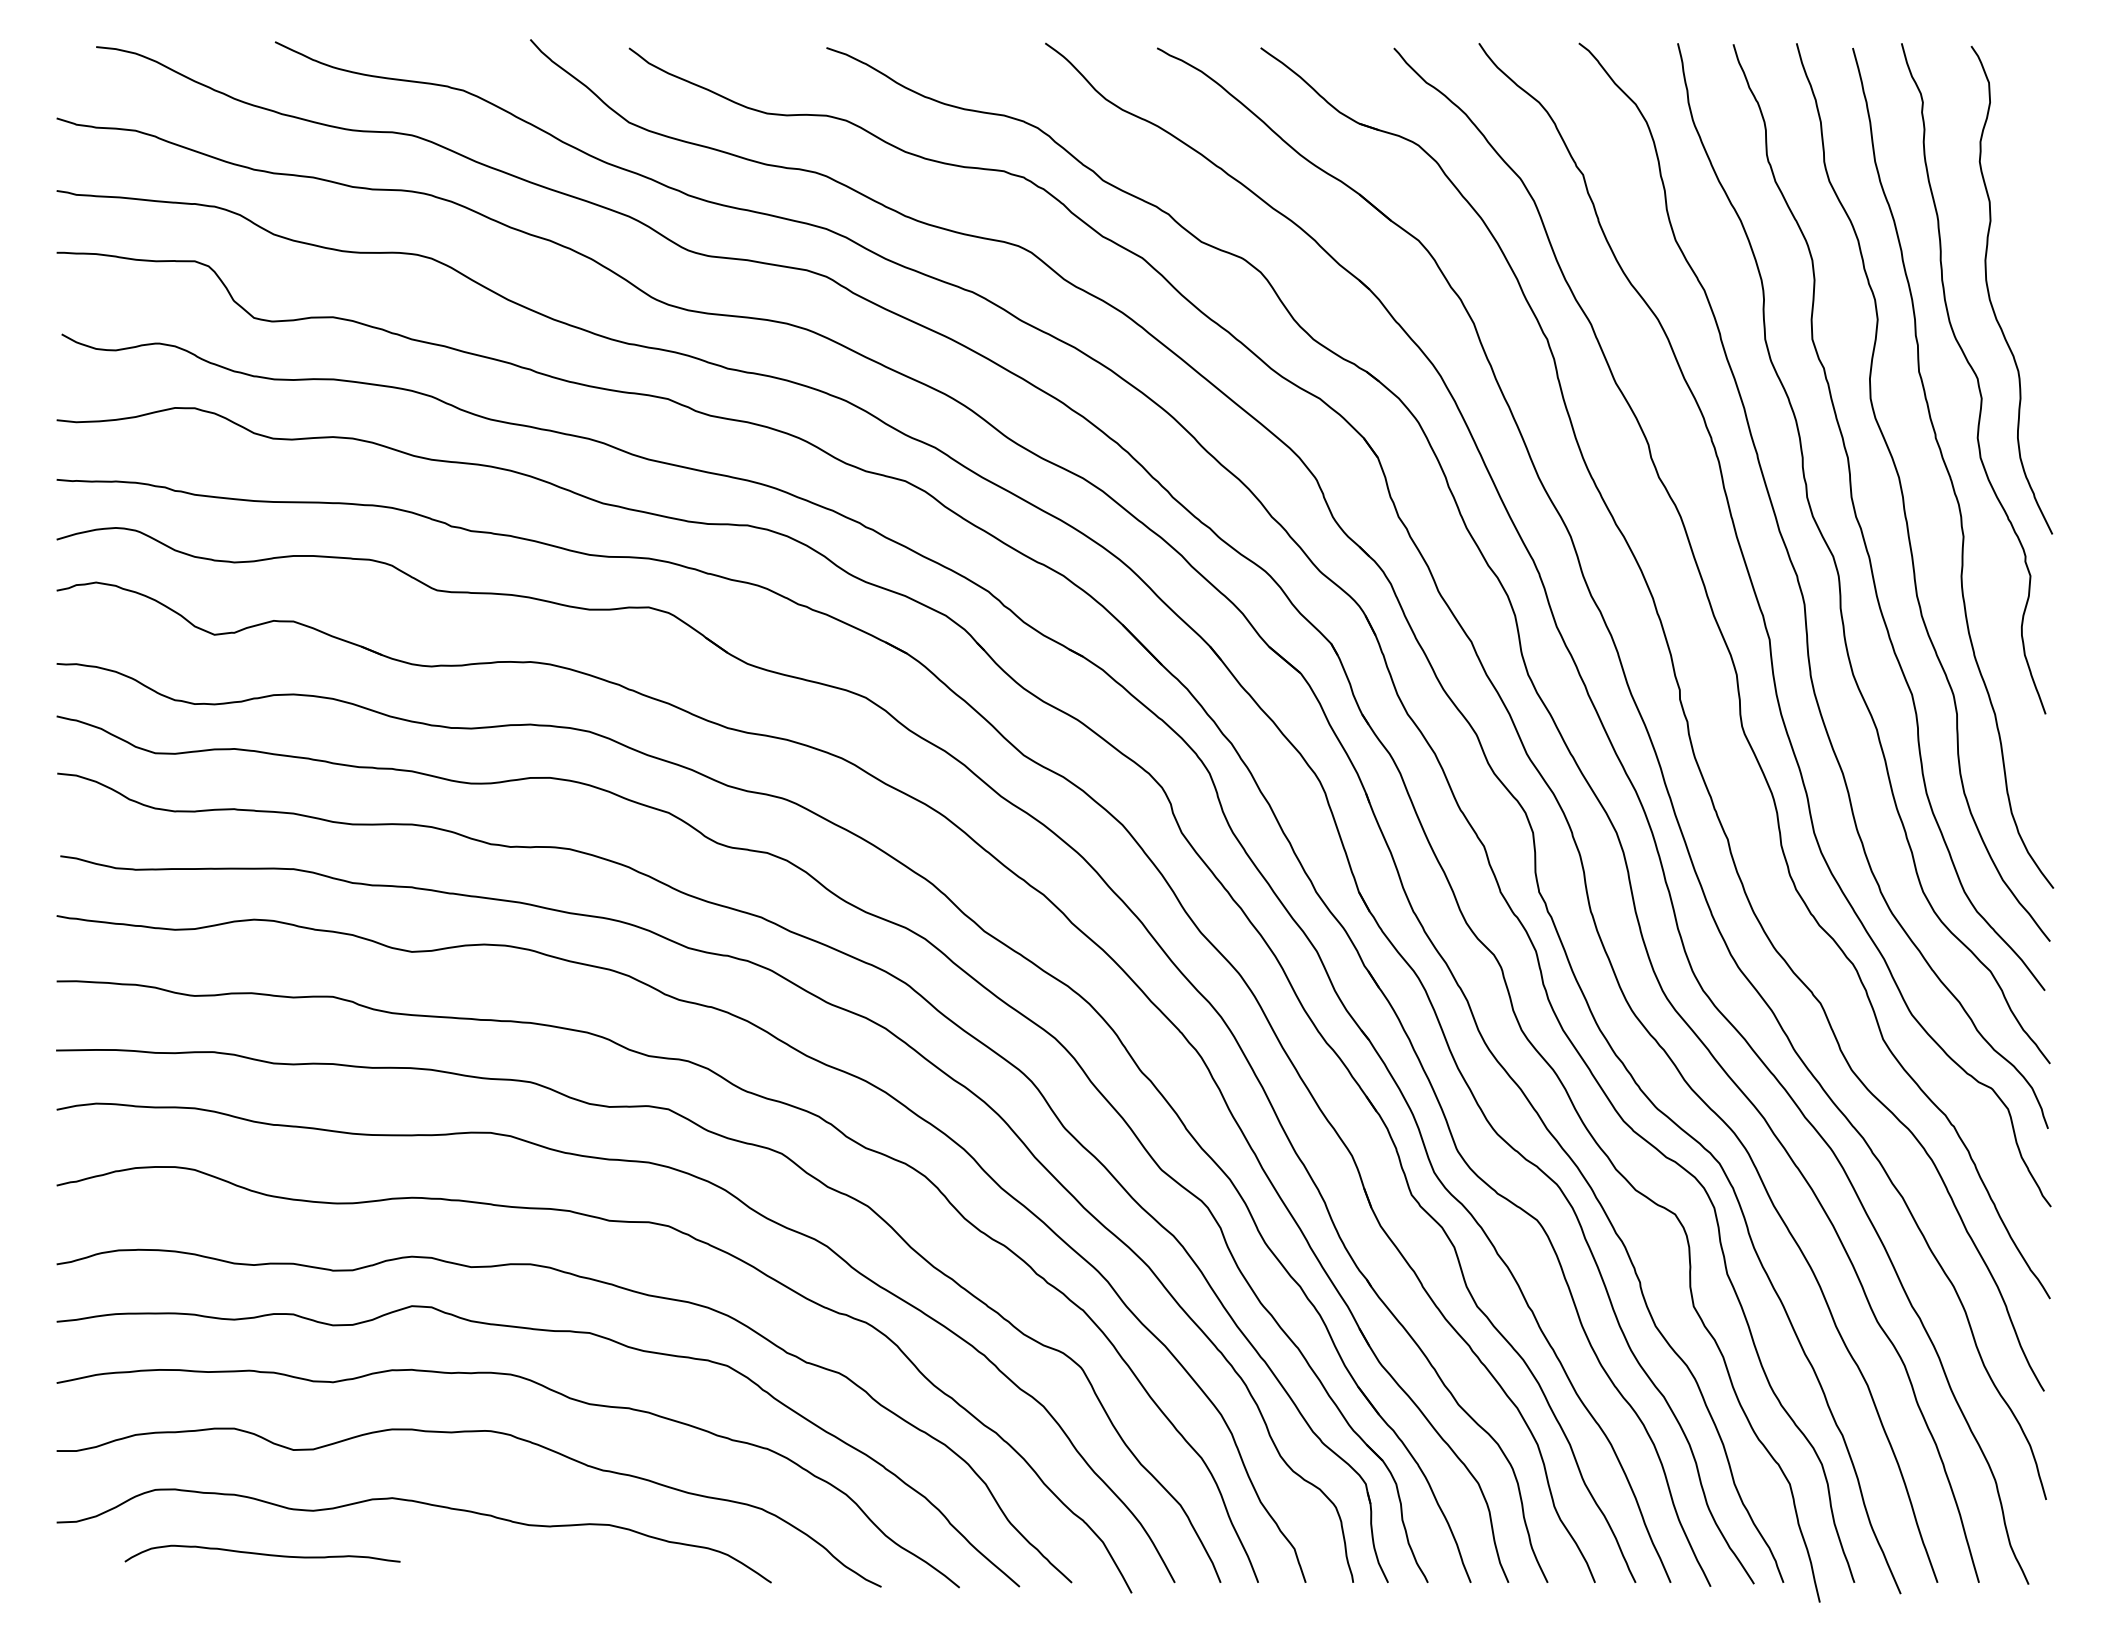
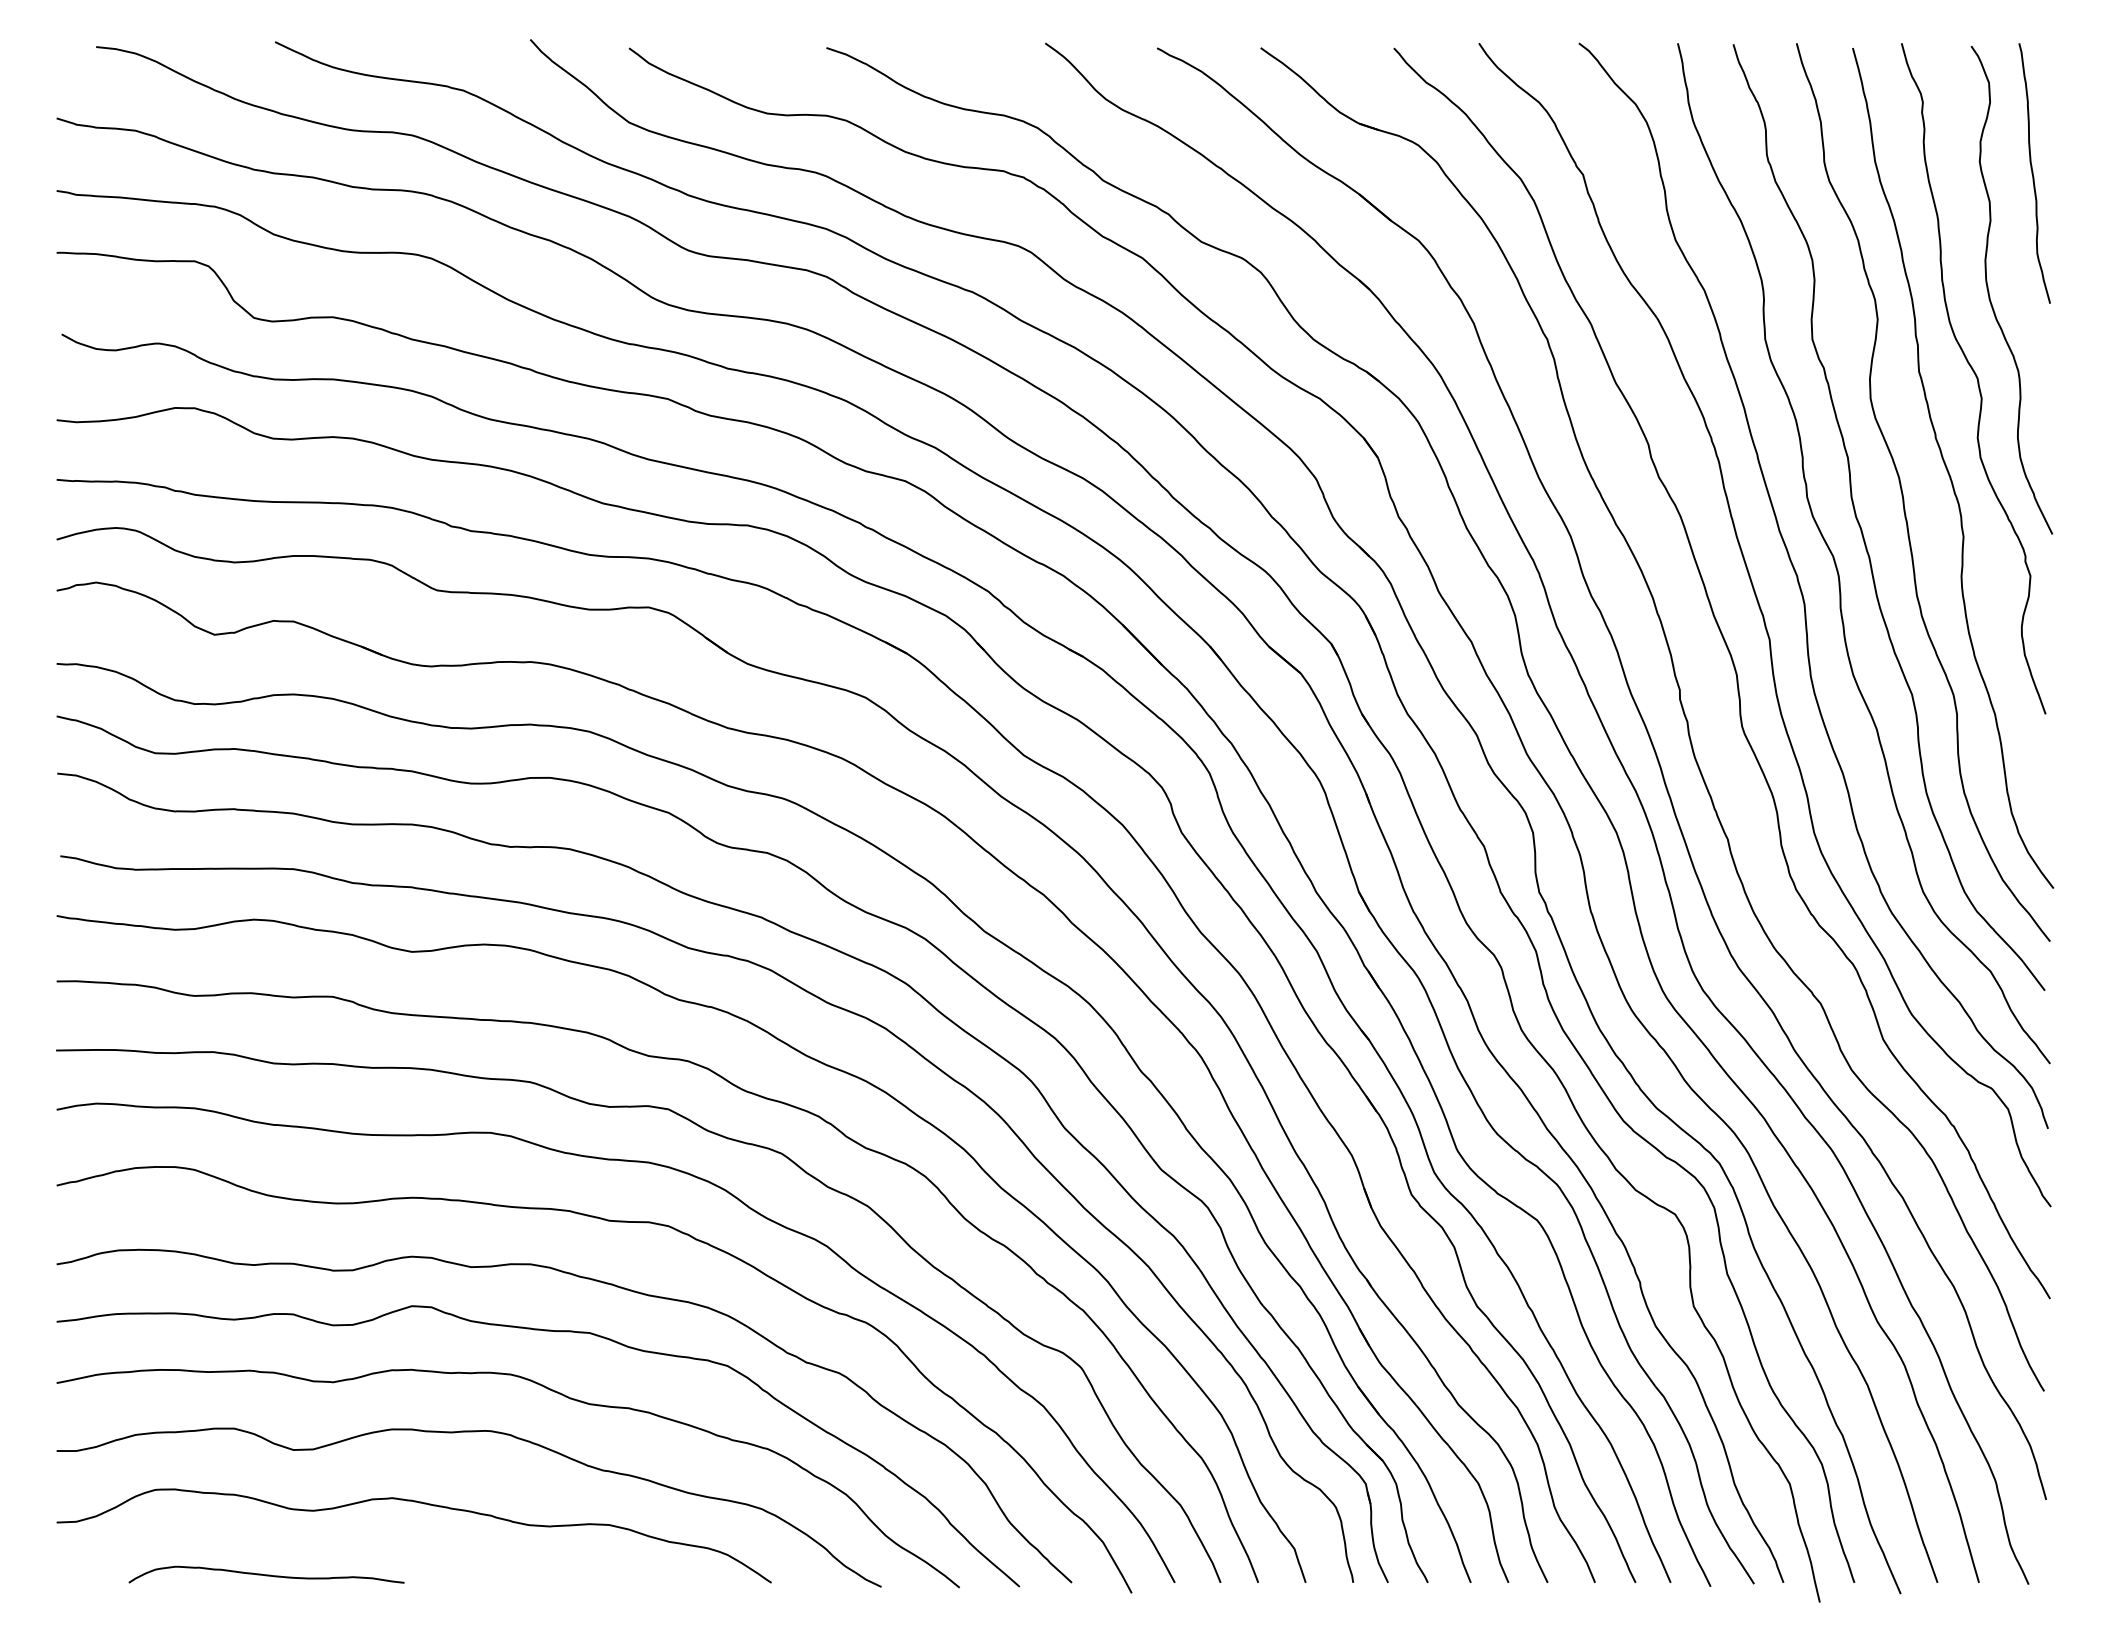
curve at (2033, 173): none -> present
curve at (262, 1553) position: (262, 1553) -> (266, 1574)
